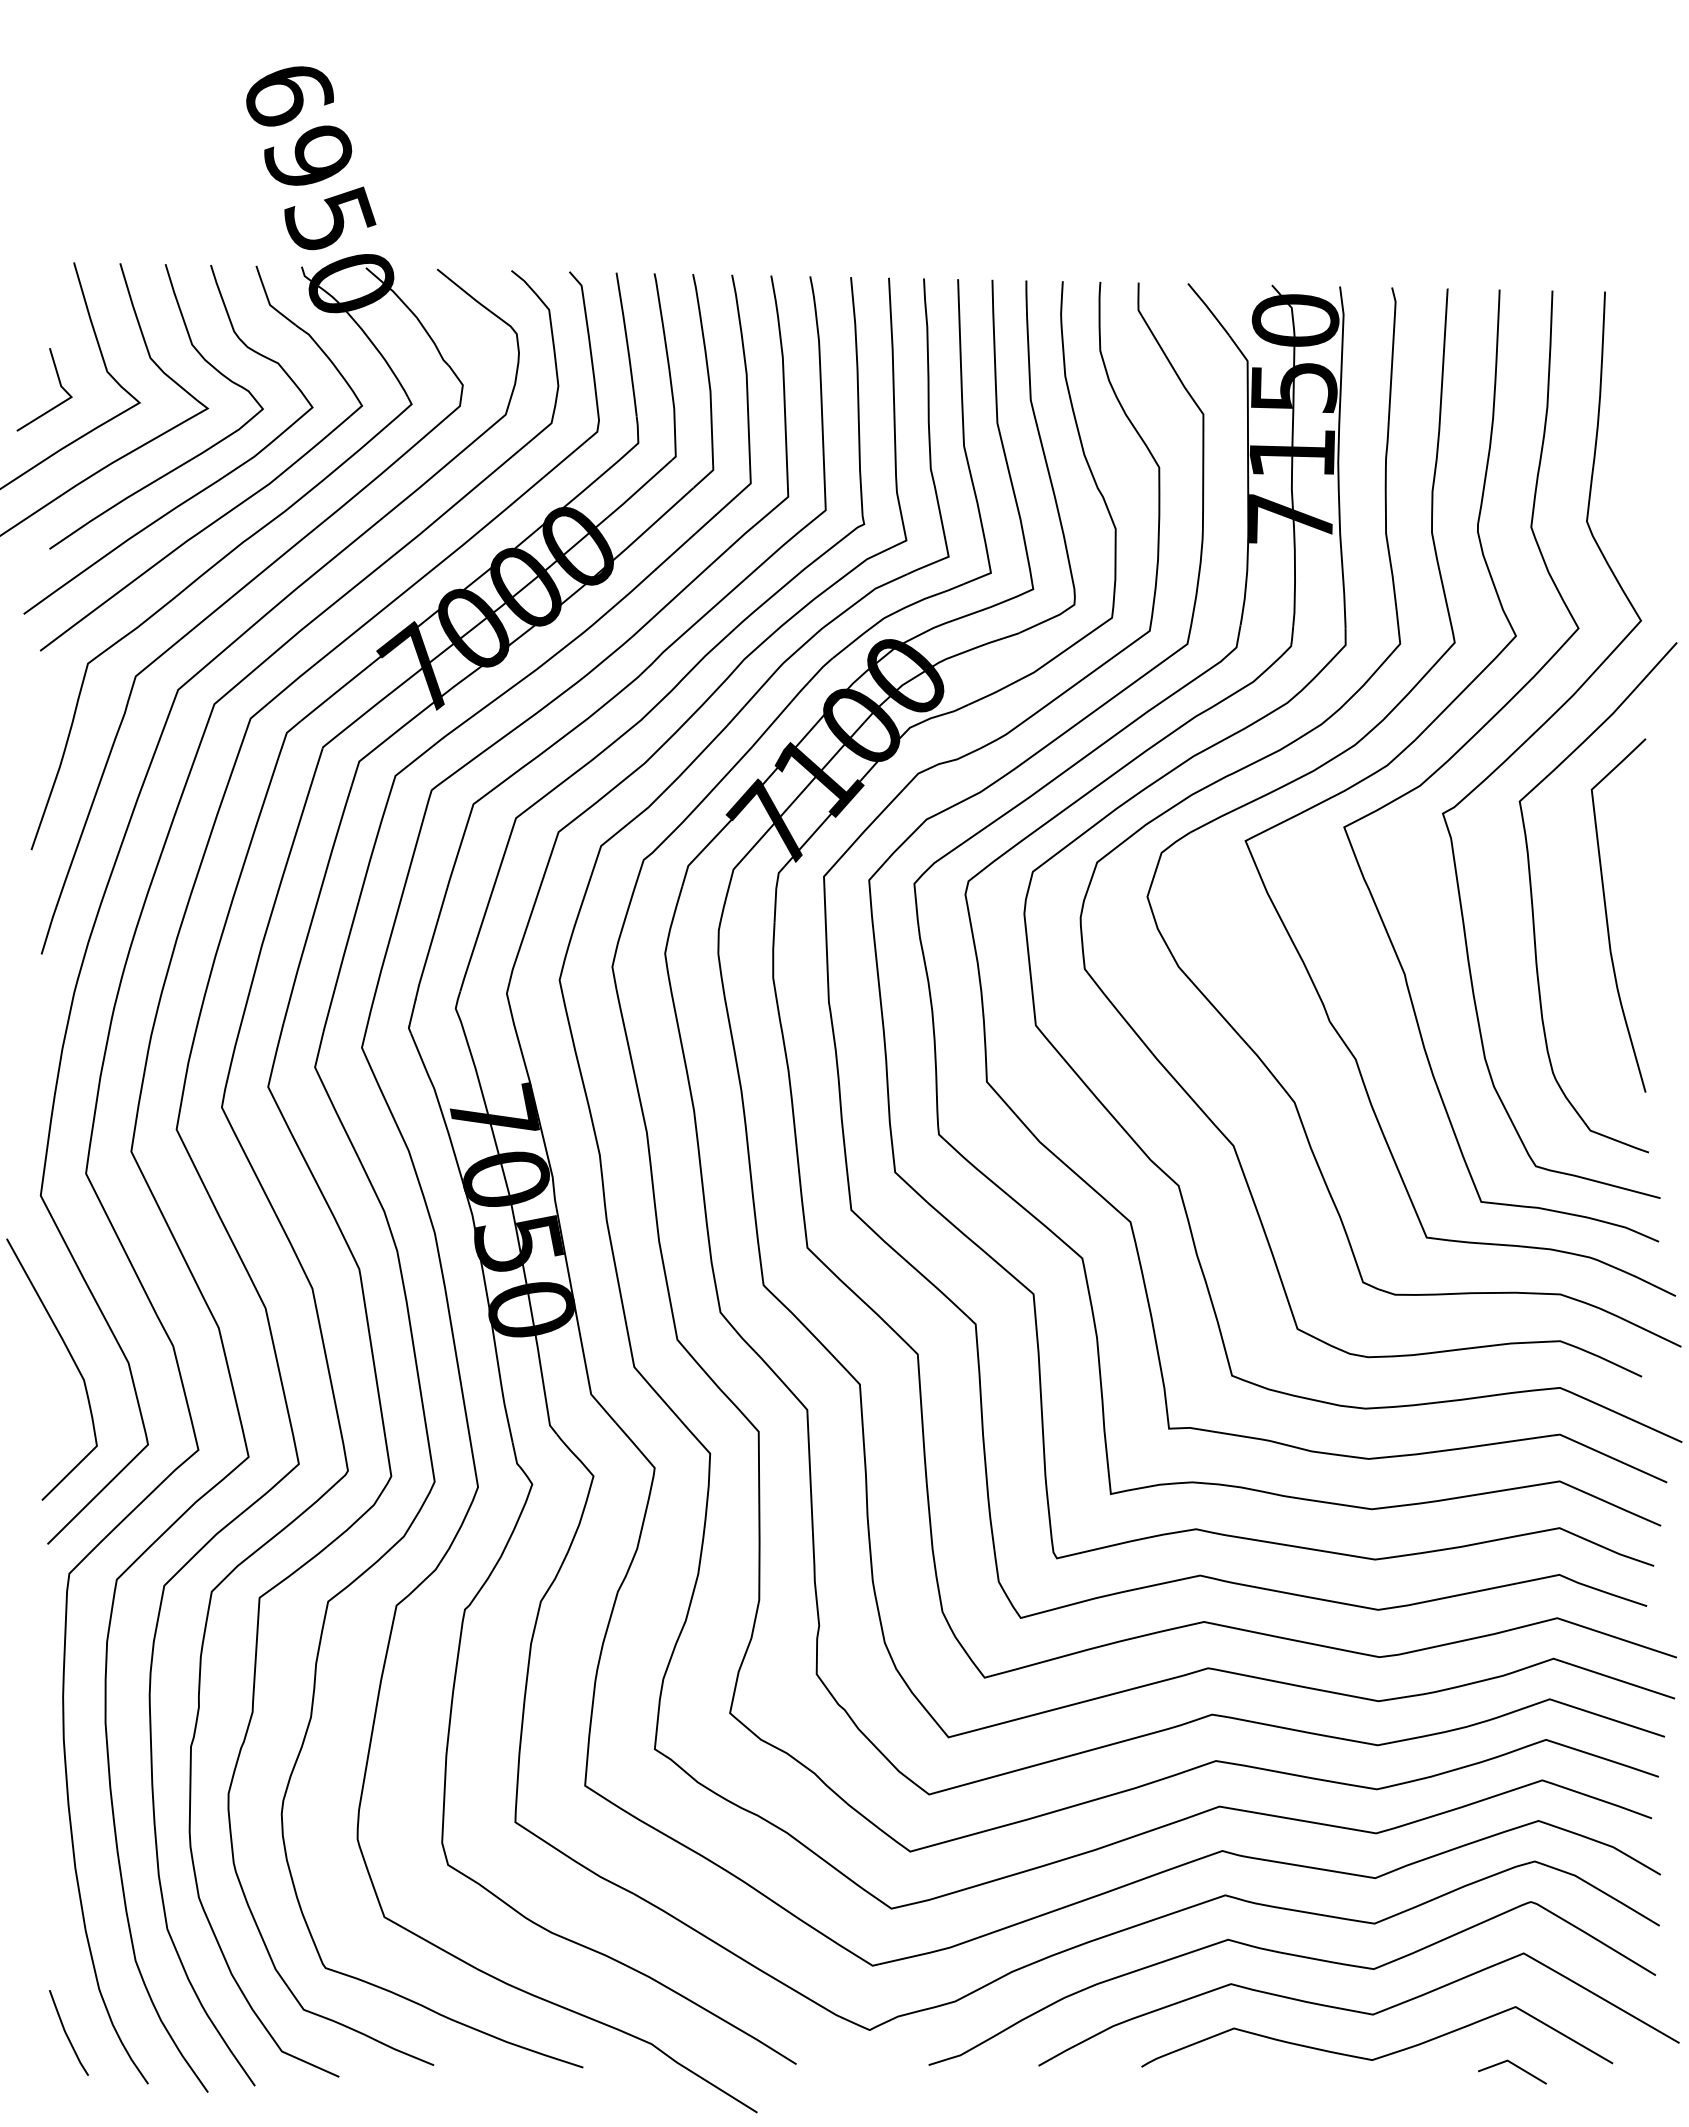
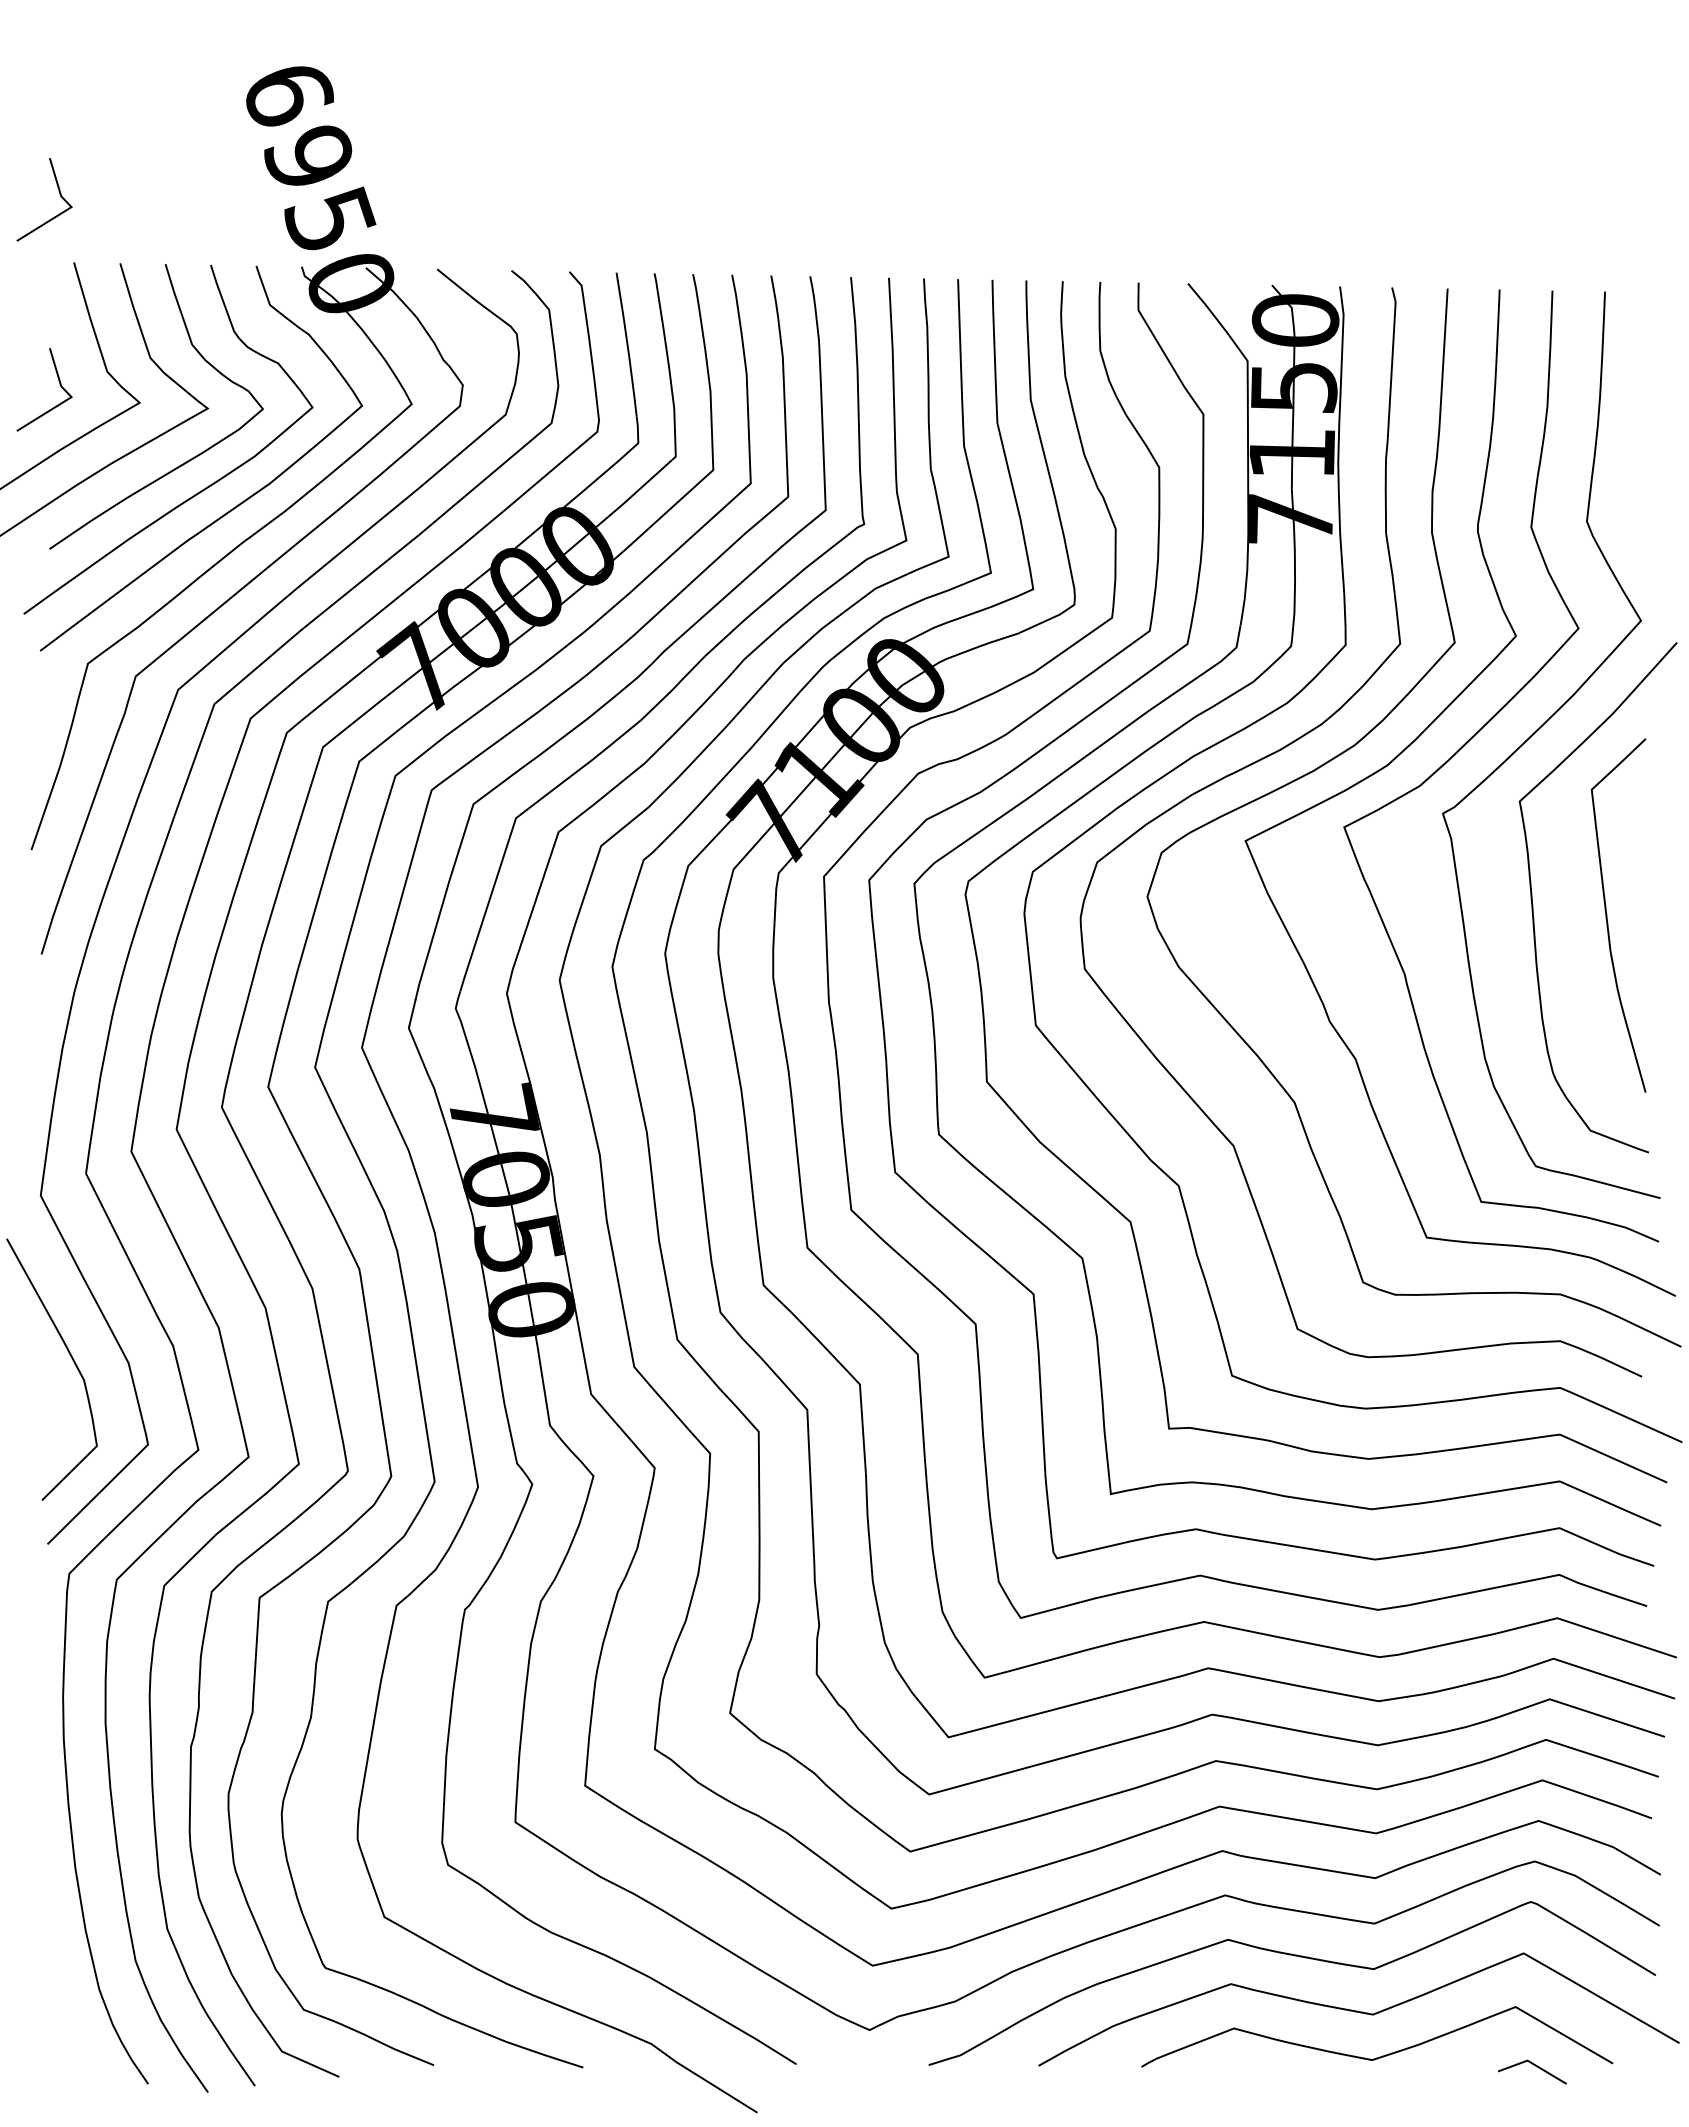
line at (59, 194): none -> present
line at (66, 2032): present -> none
line at (1515, 2066) position: (1515, 2066) -> (1535, 2066)
